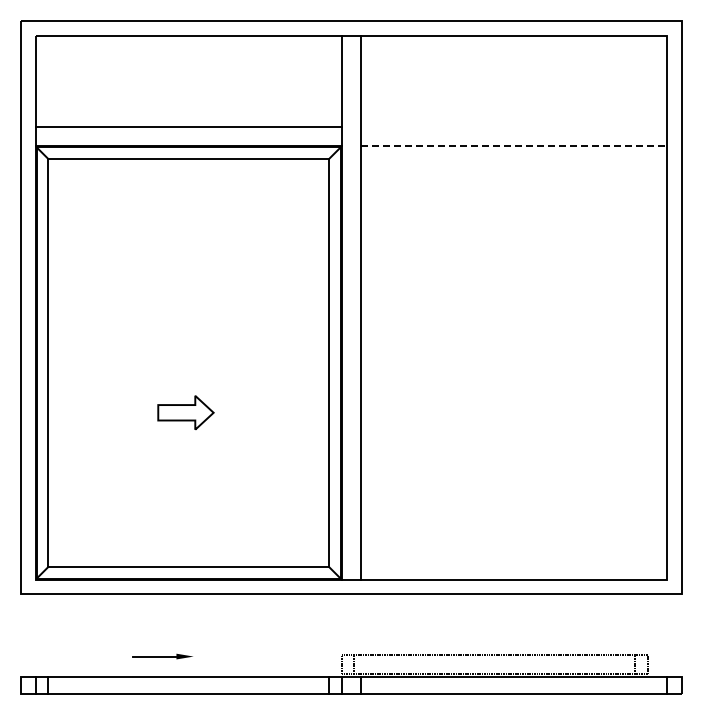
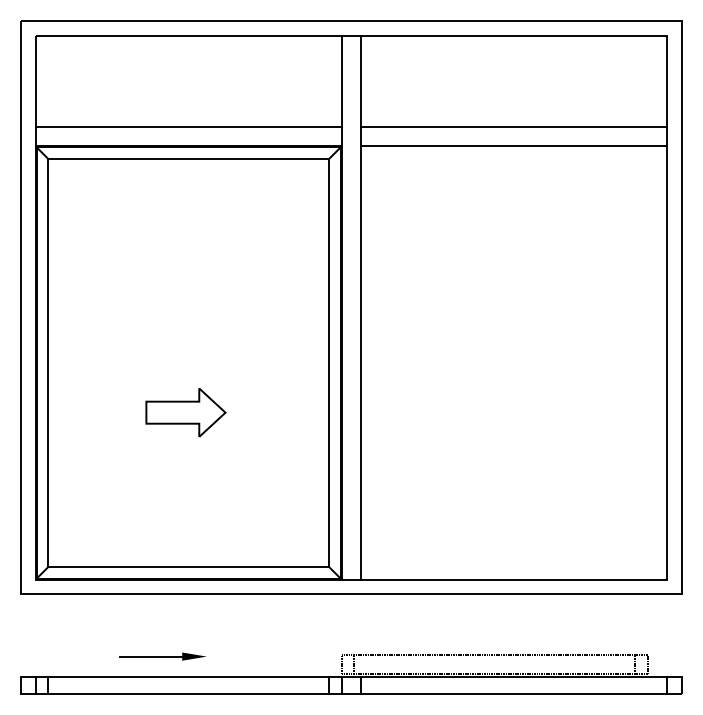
line at (514, 126): none -> present
line at (514, 146): dashed -> solid
part at (185, 412) size: 58x36 px -> 82x50 px
part at (162, 656) size: 61x7 px -> 88x9 px
